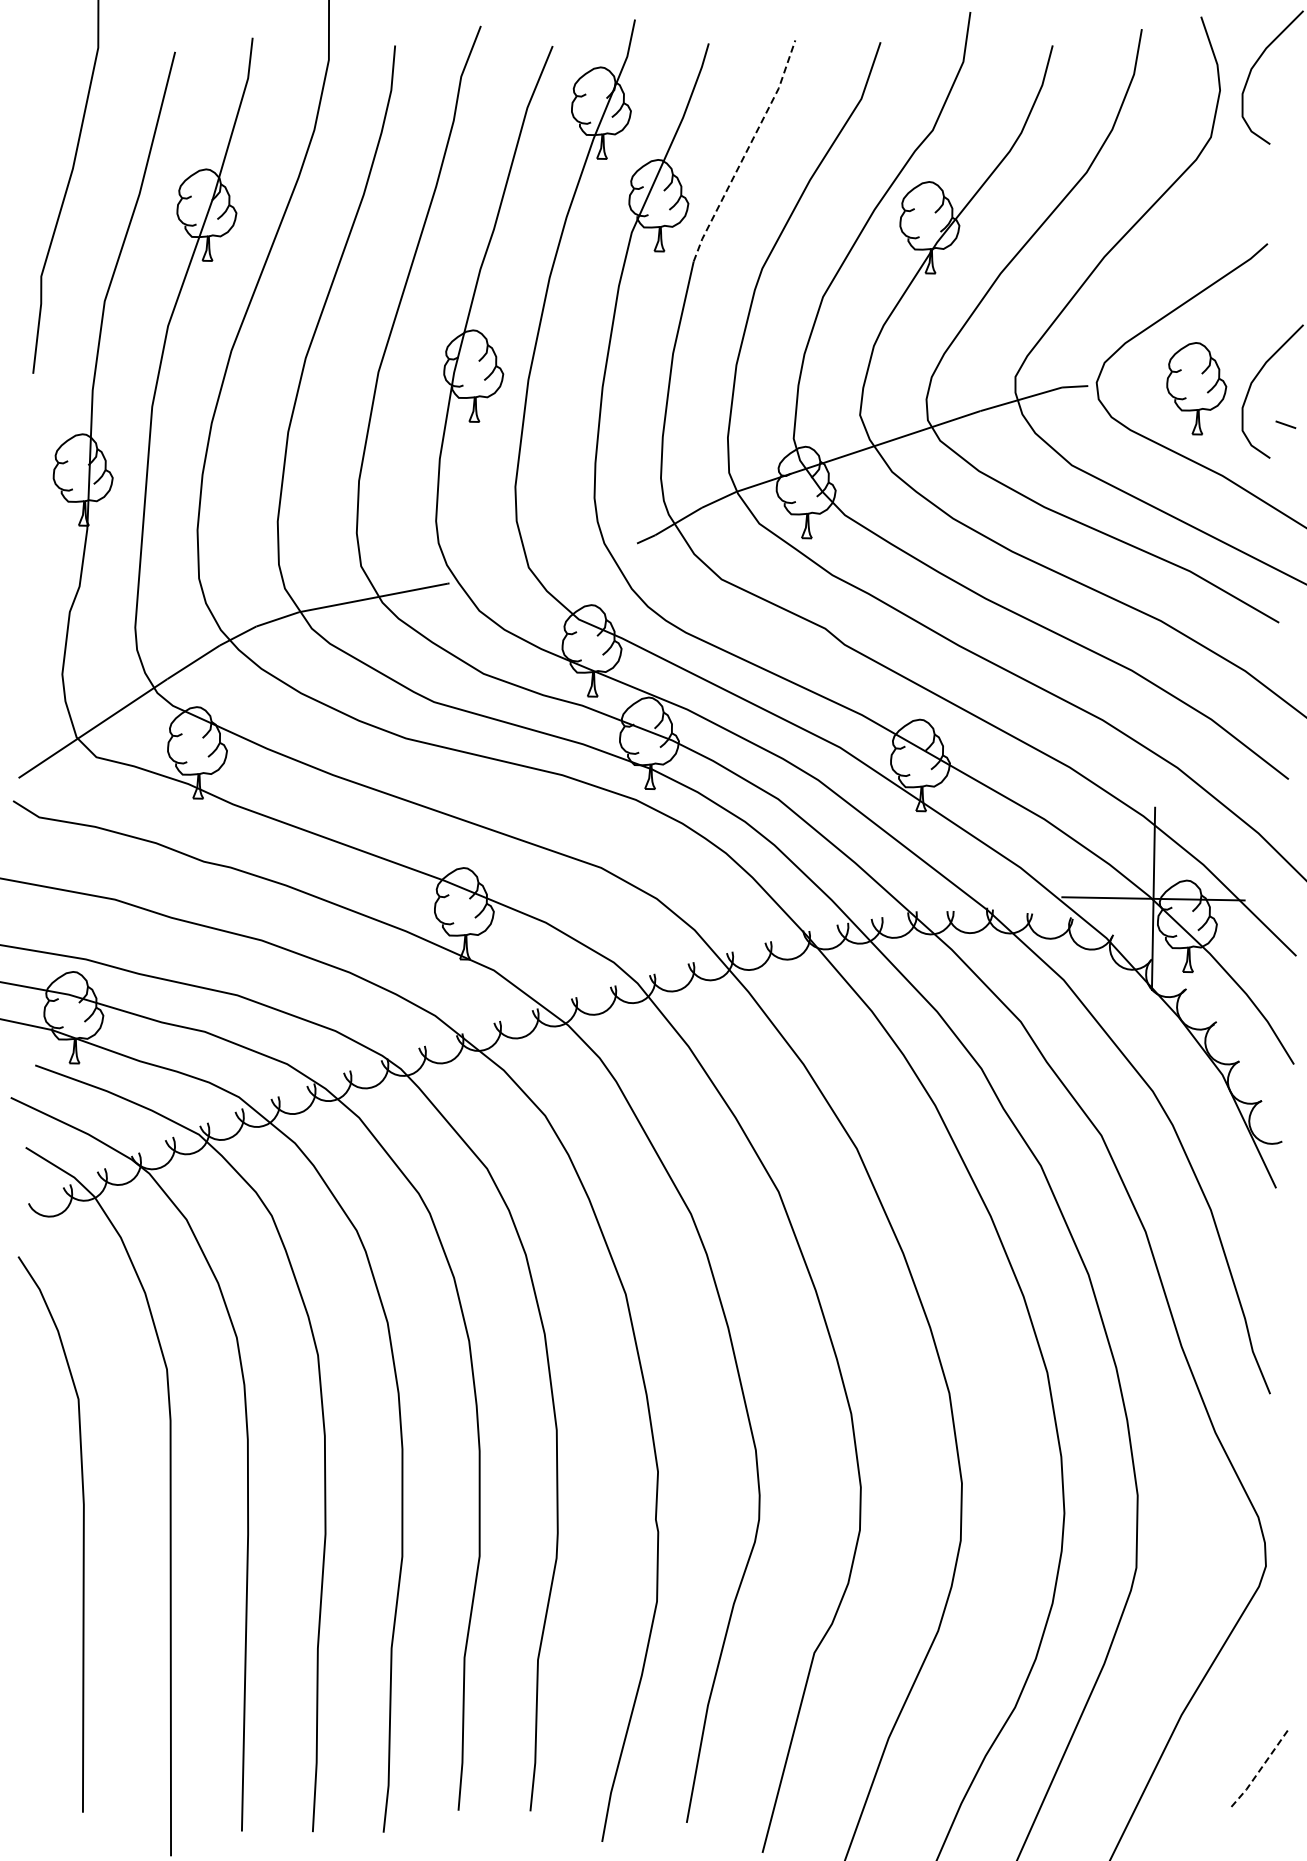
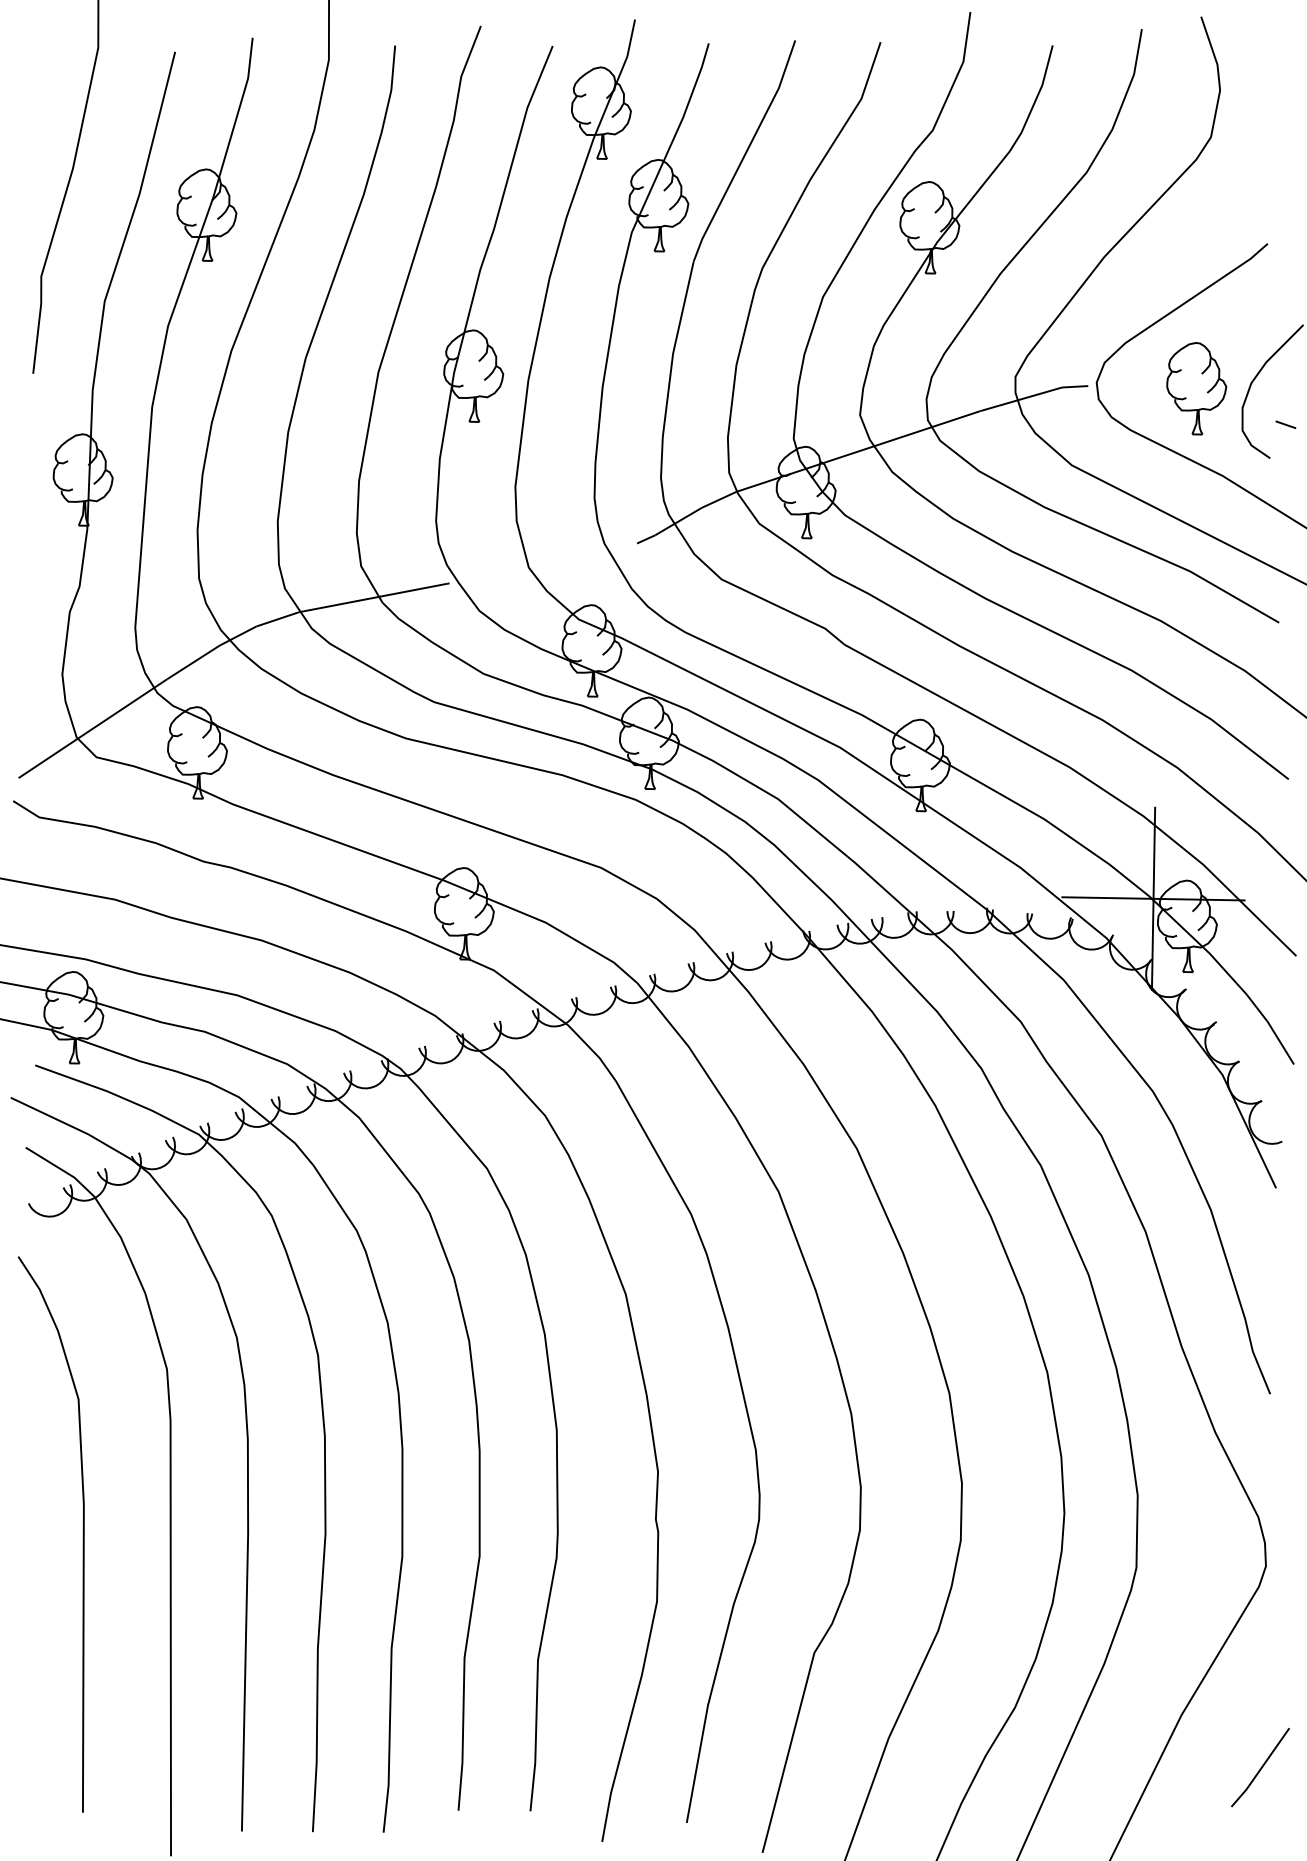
curve at (1255, 65): present -> none
line at (746, 152): dashed -> solid
line at (1261, 1768): dashed -> solid
